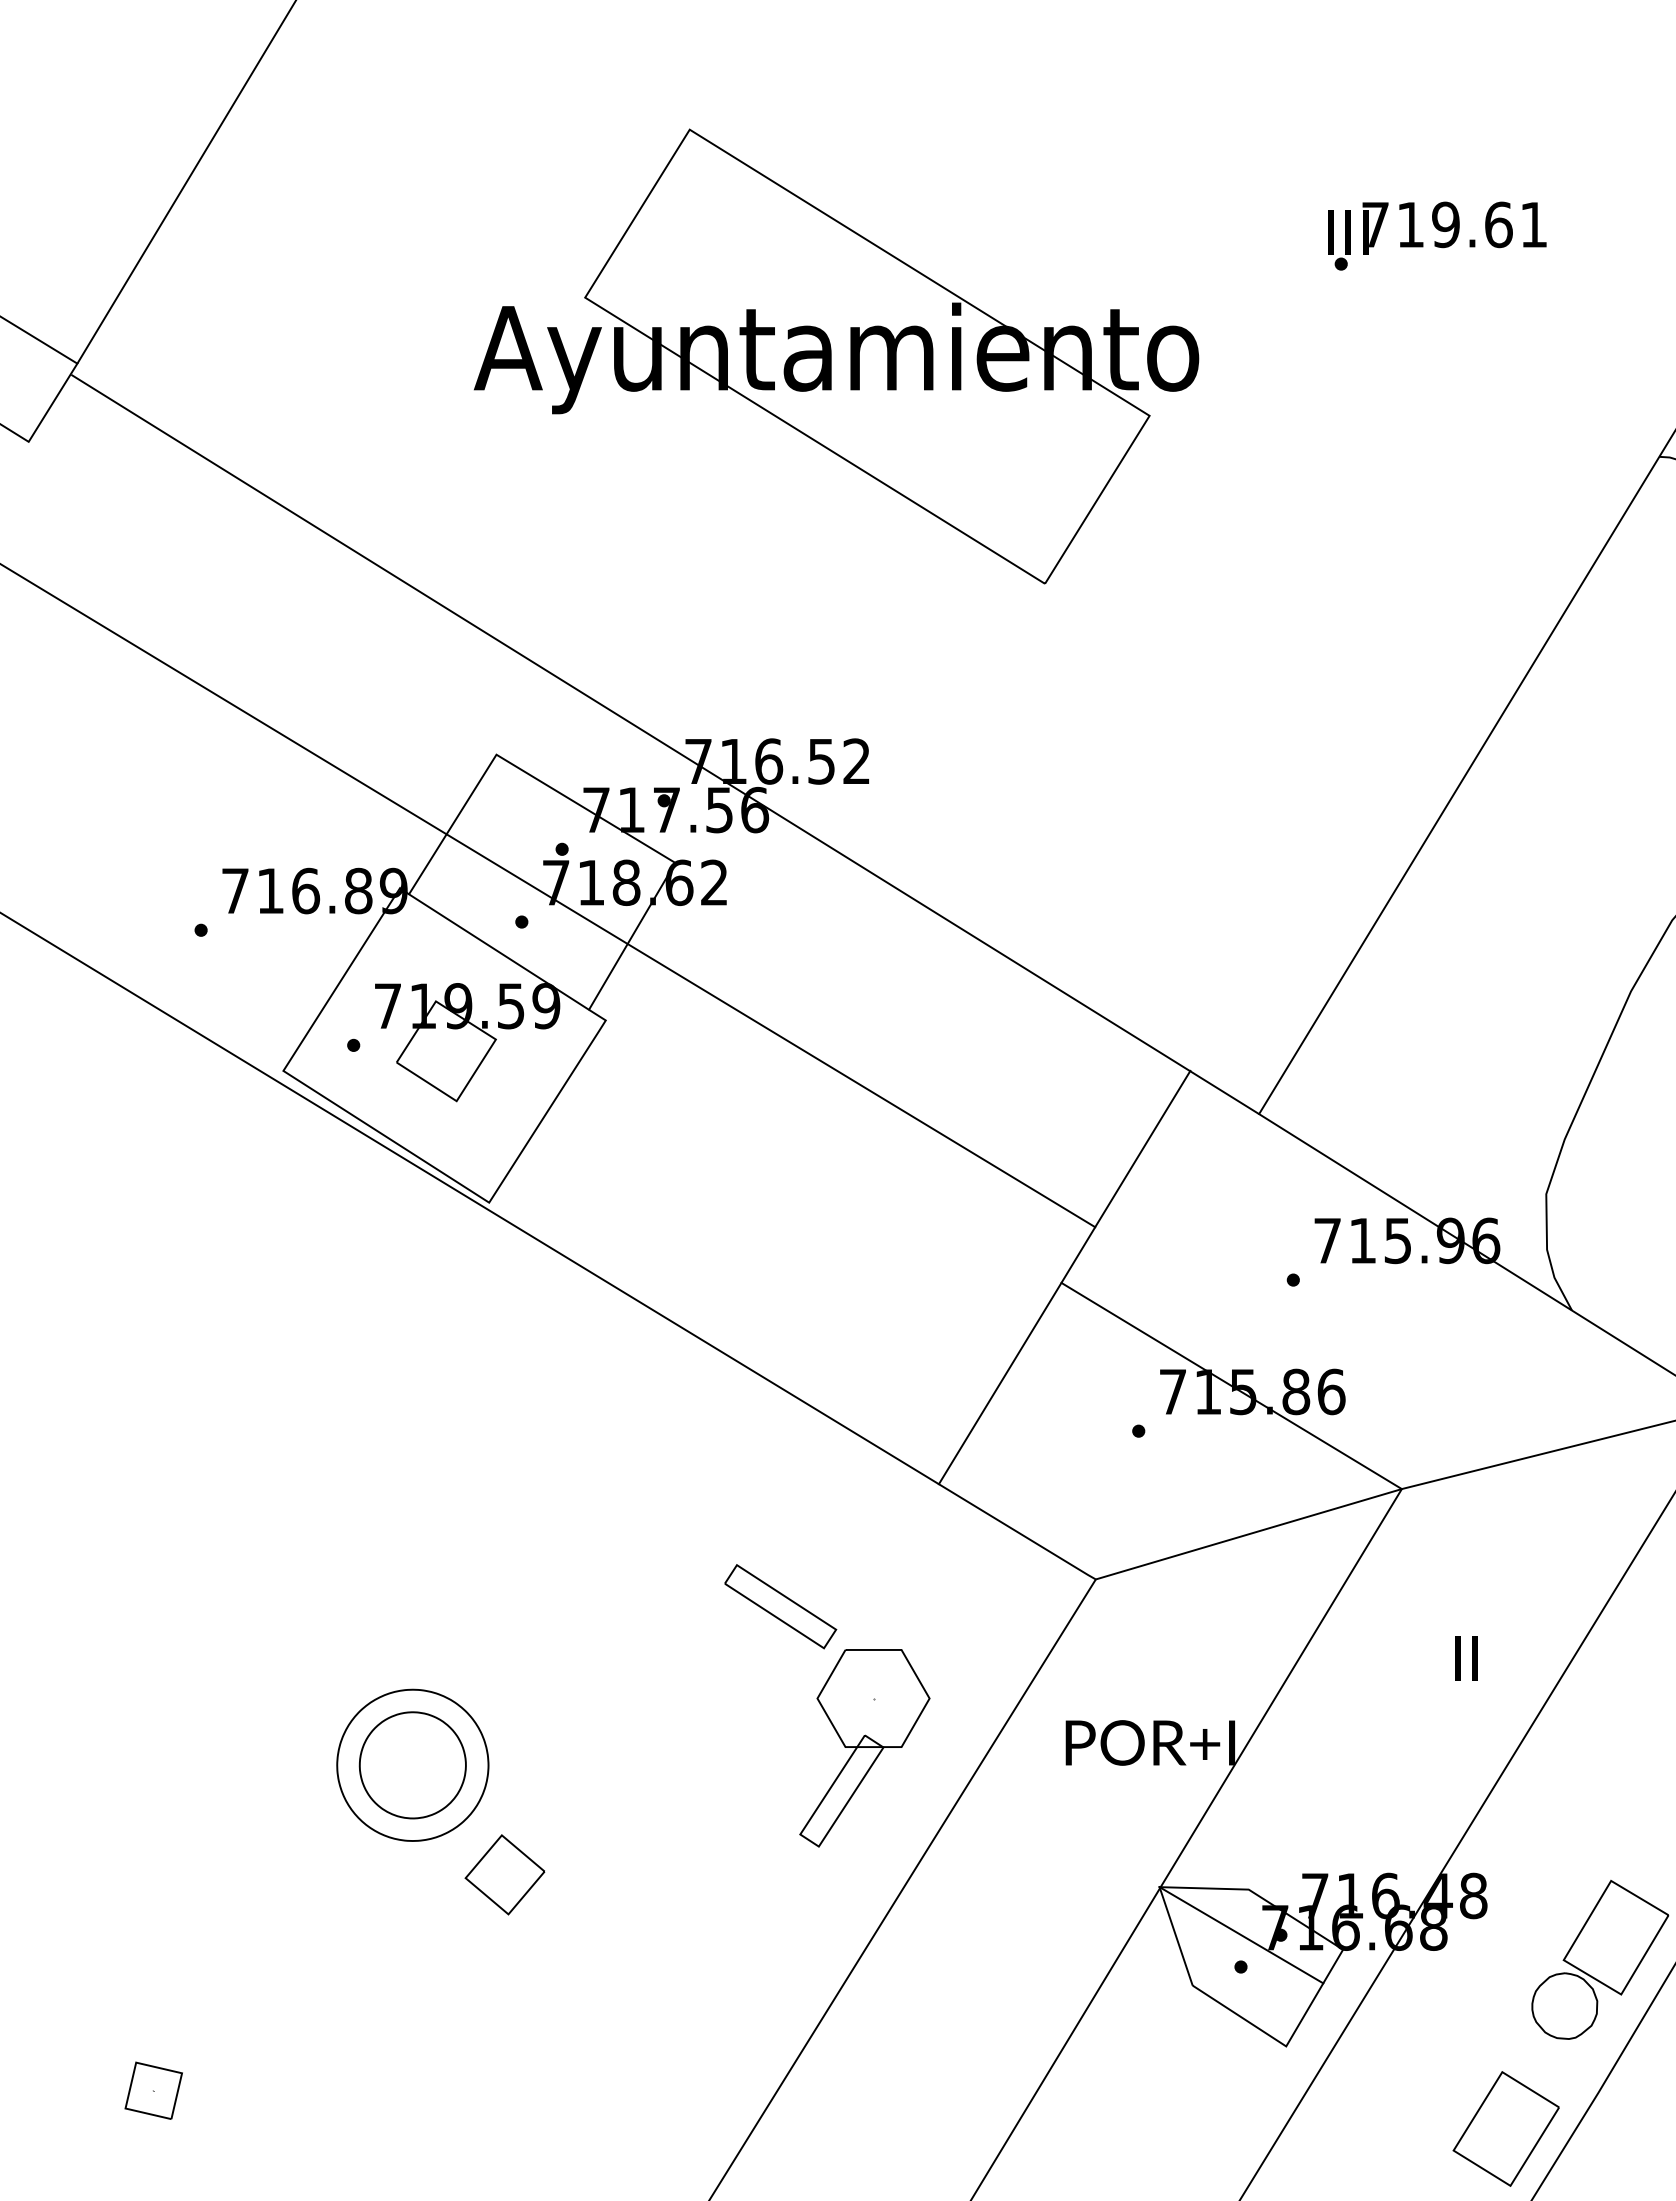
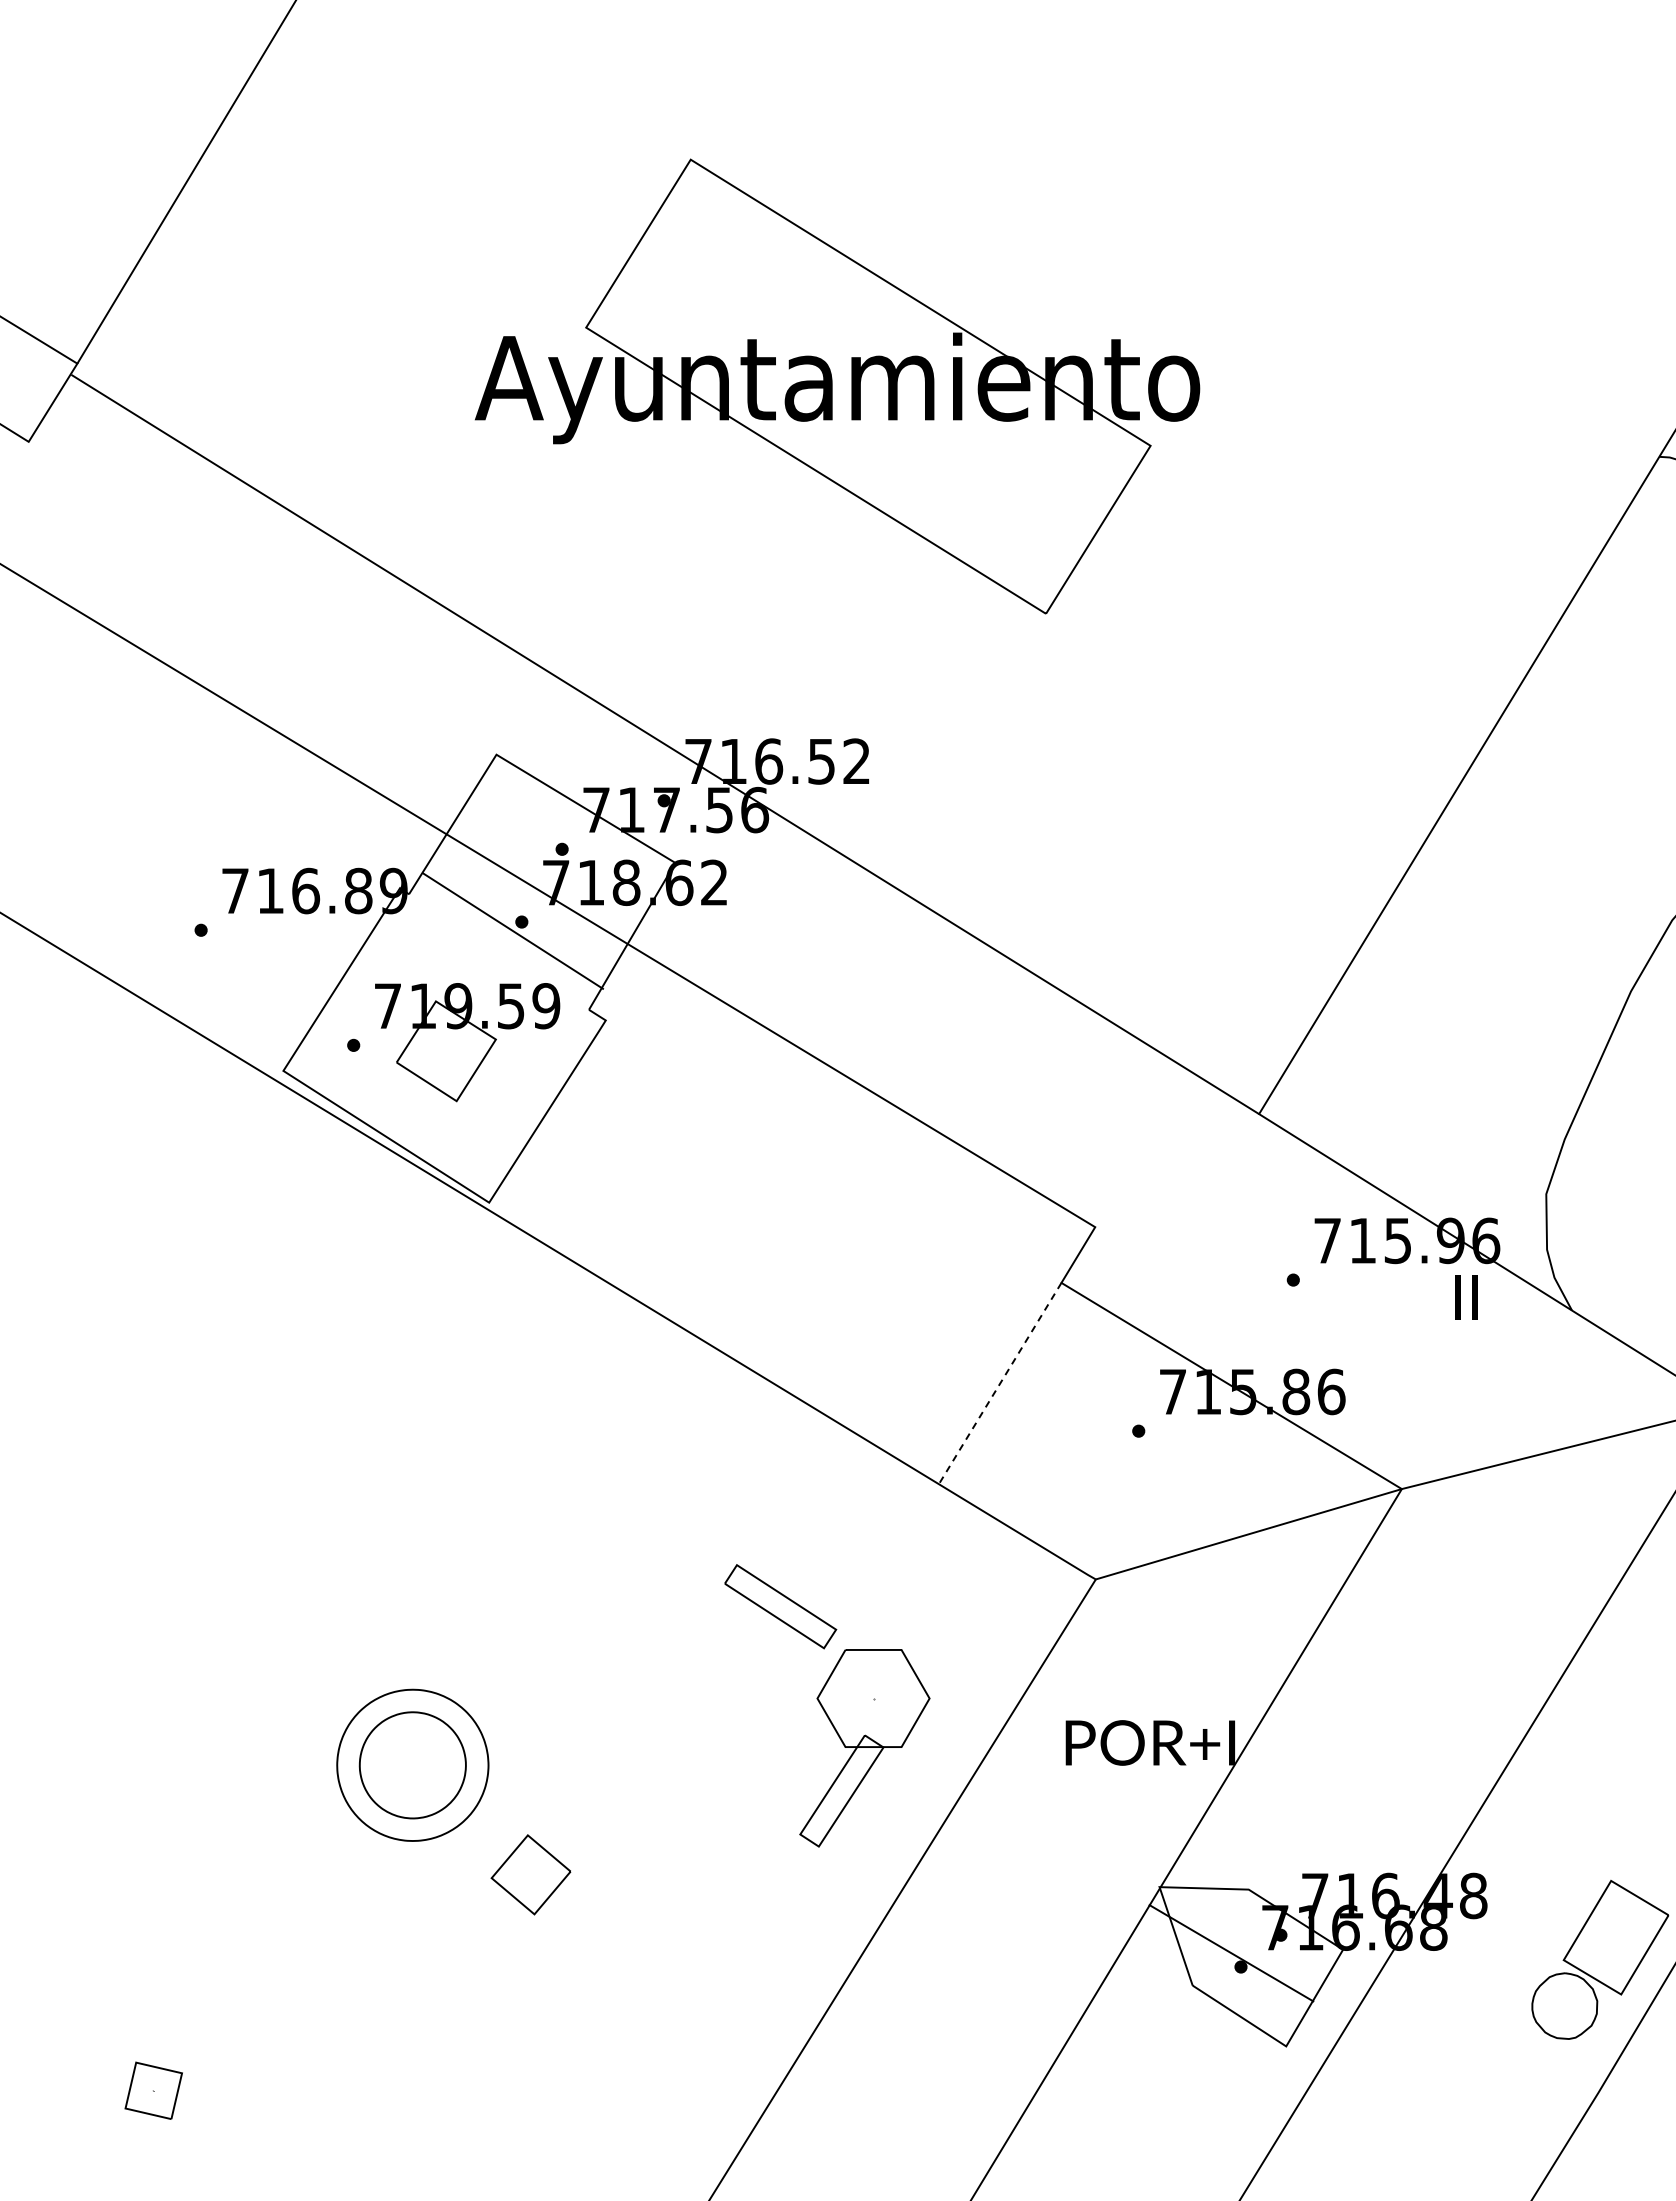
part at (1437, 235): present -> none
part at (836, 356) position: (836, 356) -> (837, 386)
line at (499, 951) position: (499, 951) -> (513, 930)
line at (1142, 1148): present -> none
line at (1000, 1383): solid -> dashed
text at (1466, 1658) position: (1466, 1658) -> (1466, 1297)
part at (504, 1874) position: (504, 1874) -> (530, 1874)
line at (1241, 1935) position: (1241, 1935) -> (1231, 1953)
part at (1505, 2128): present -> none
